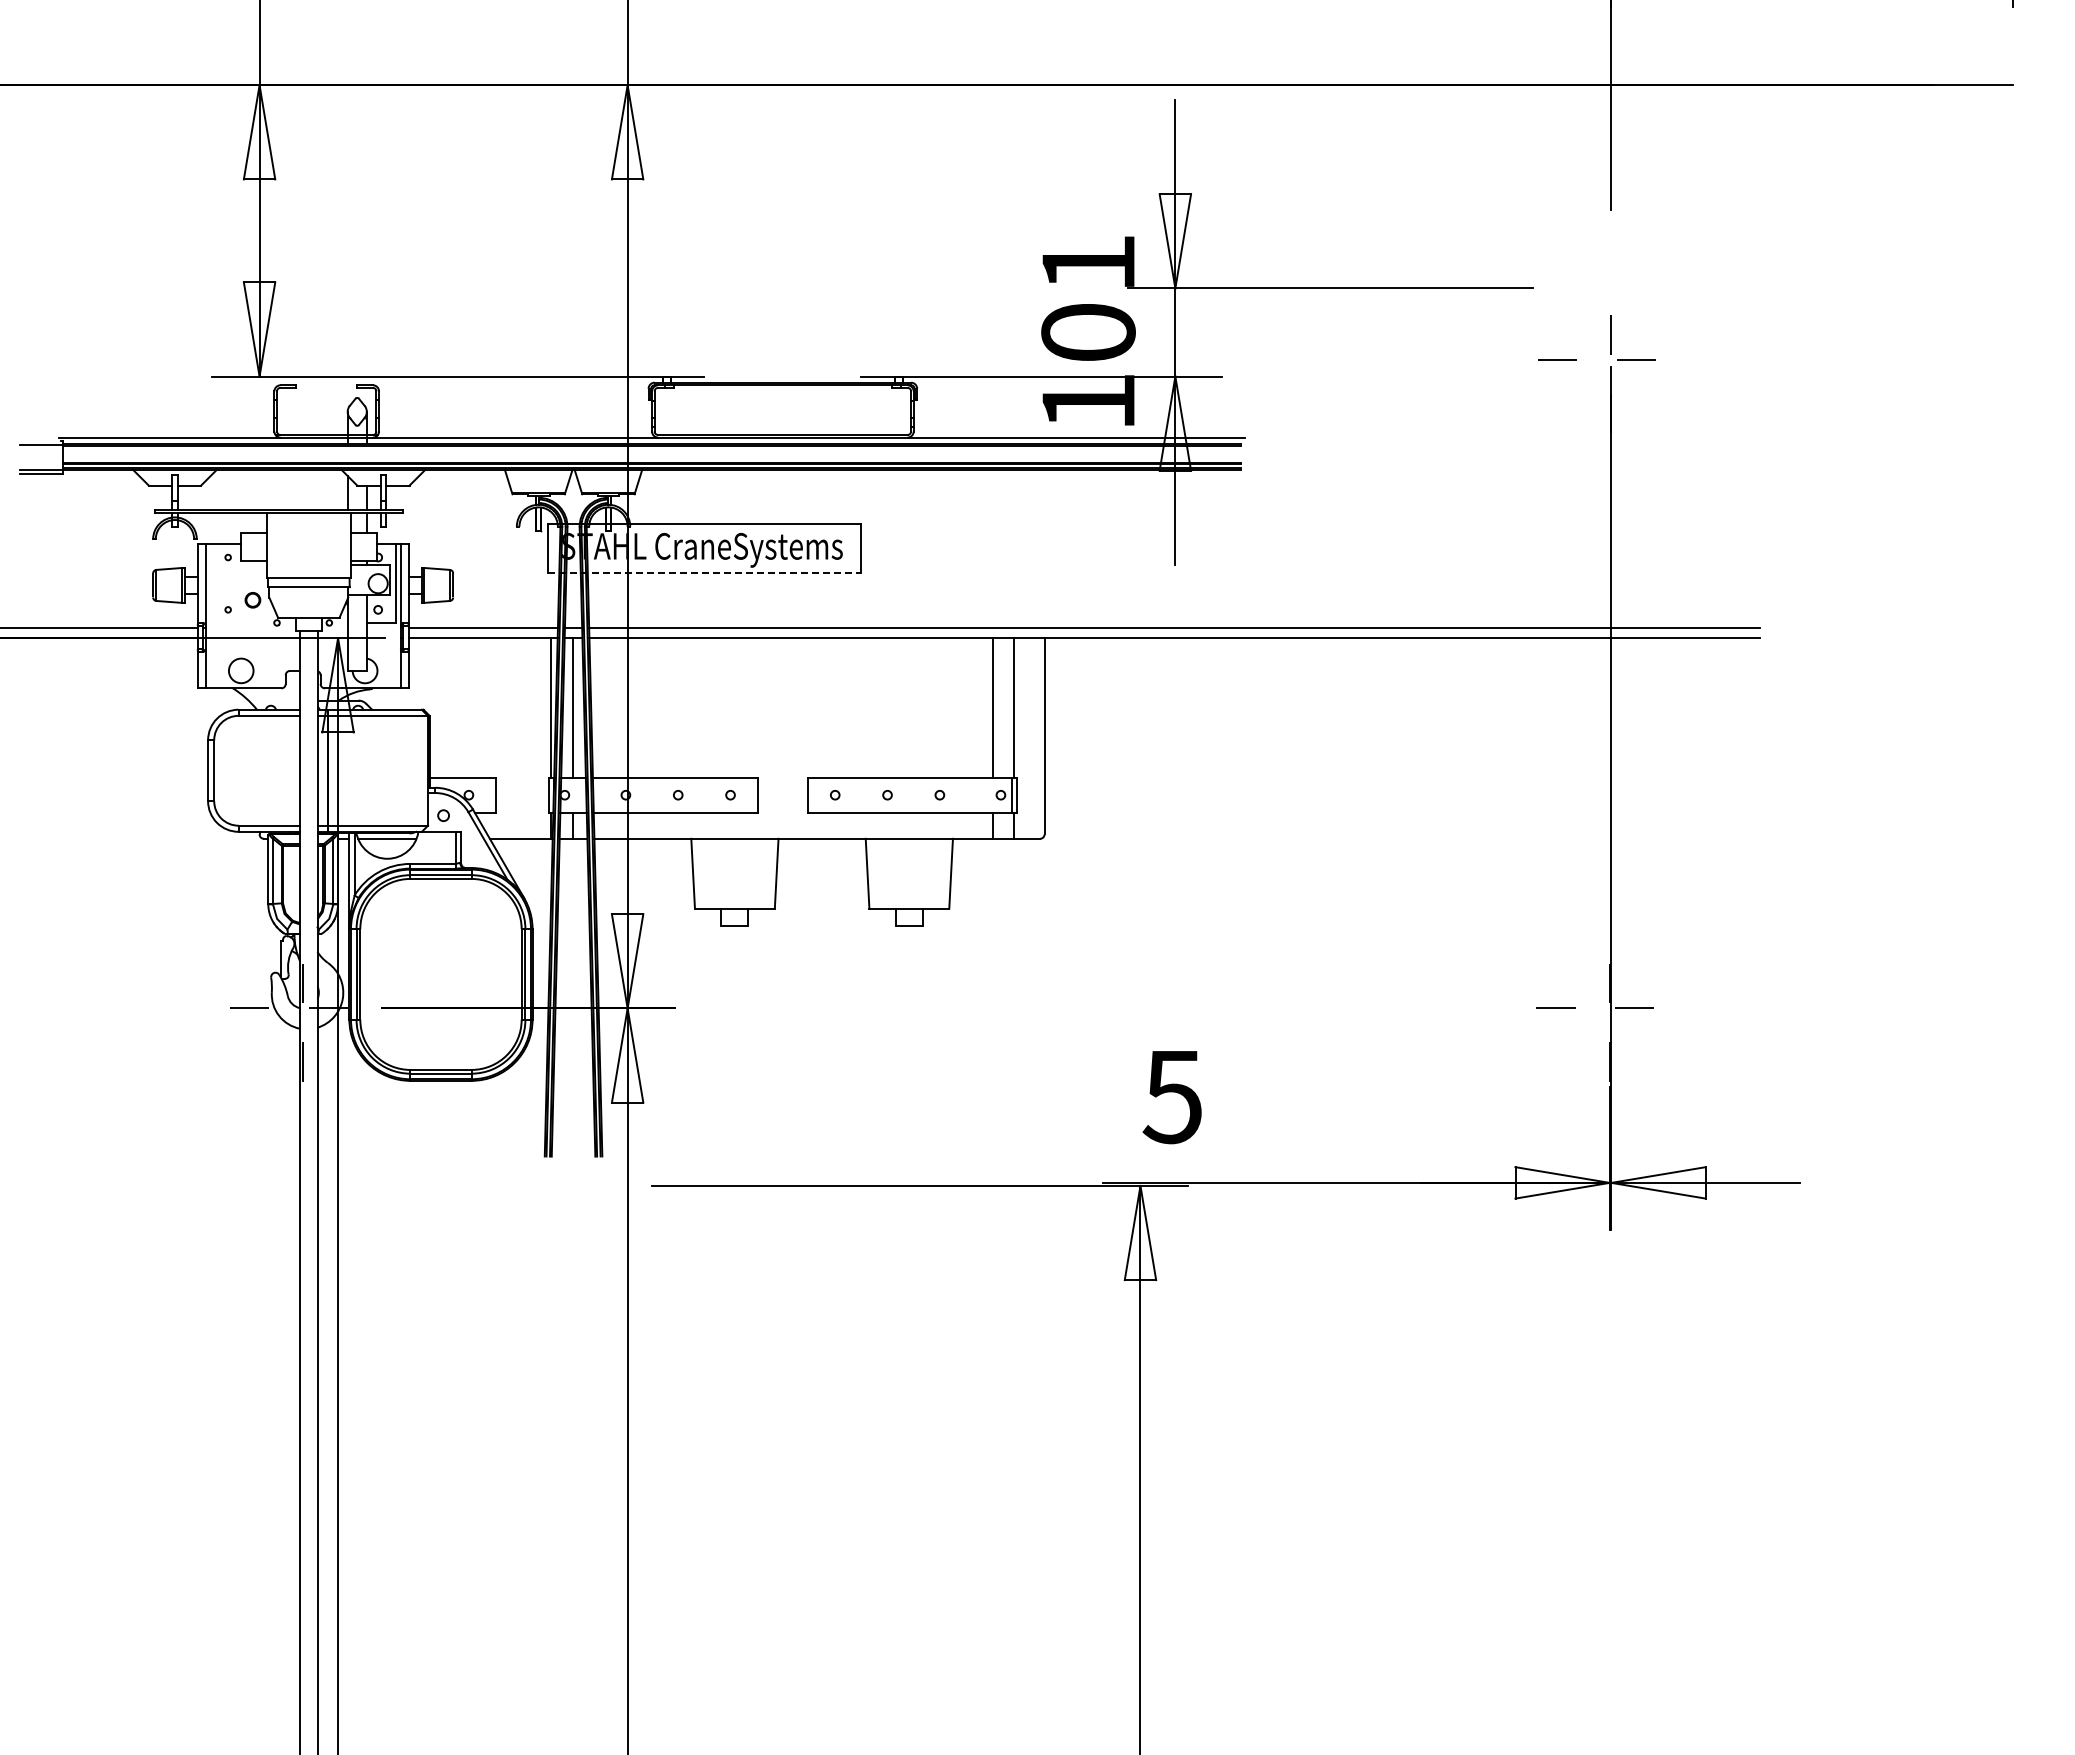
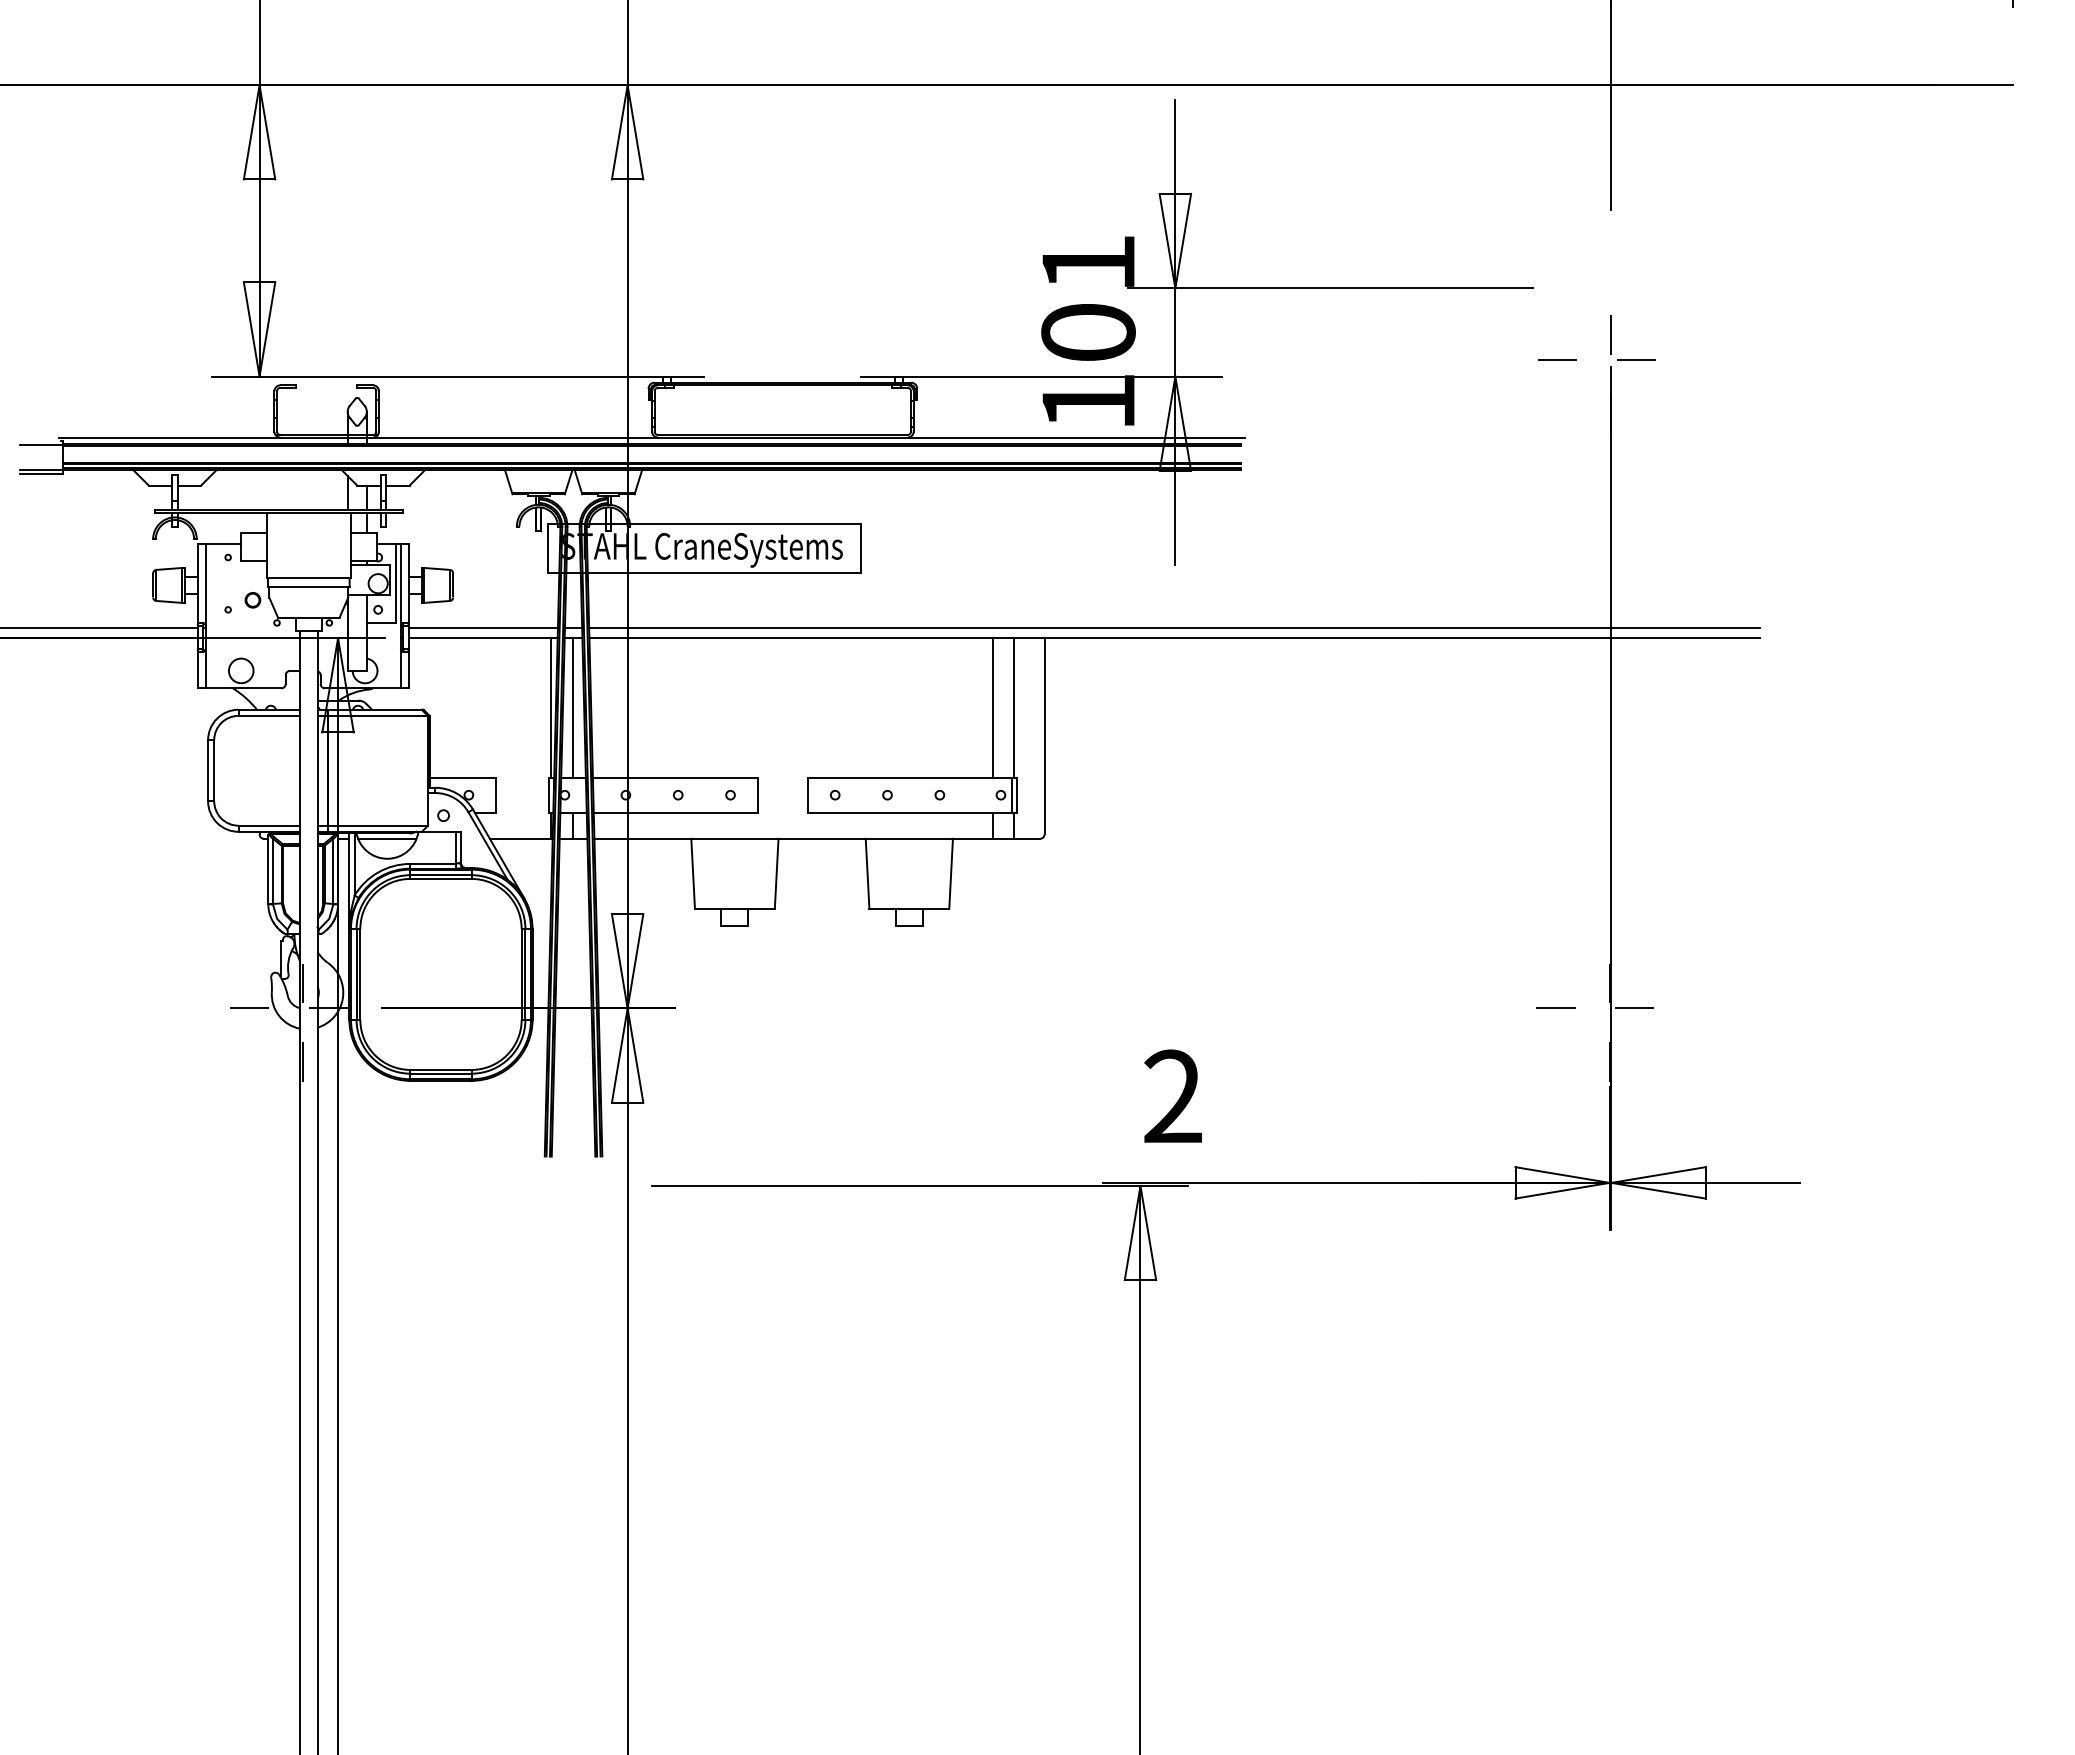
line at (704, 572): dashed -> solid
text at (1171, 1096): 5 -> 2
